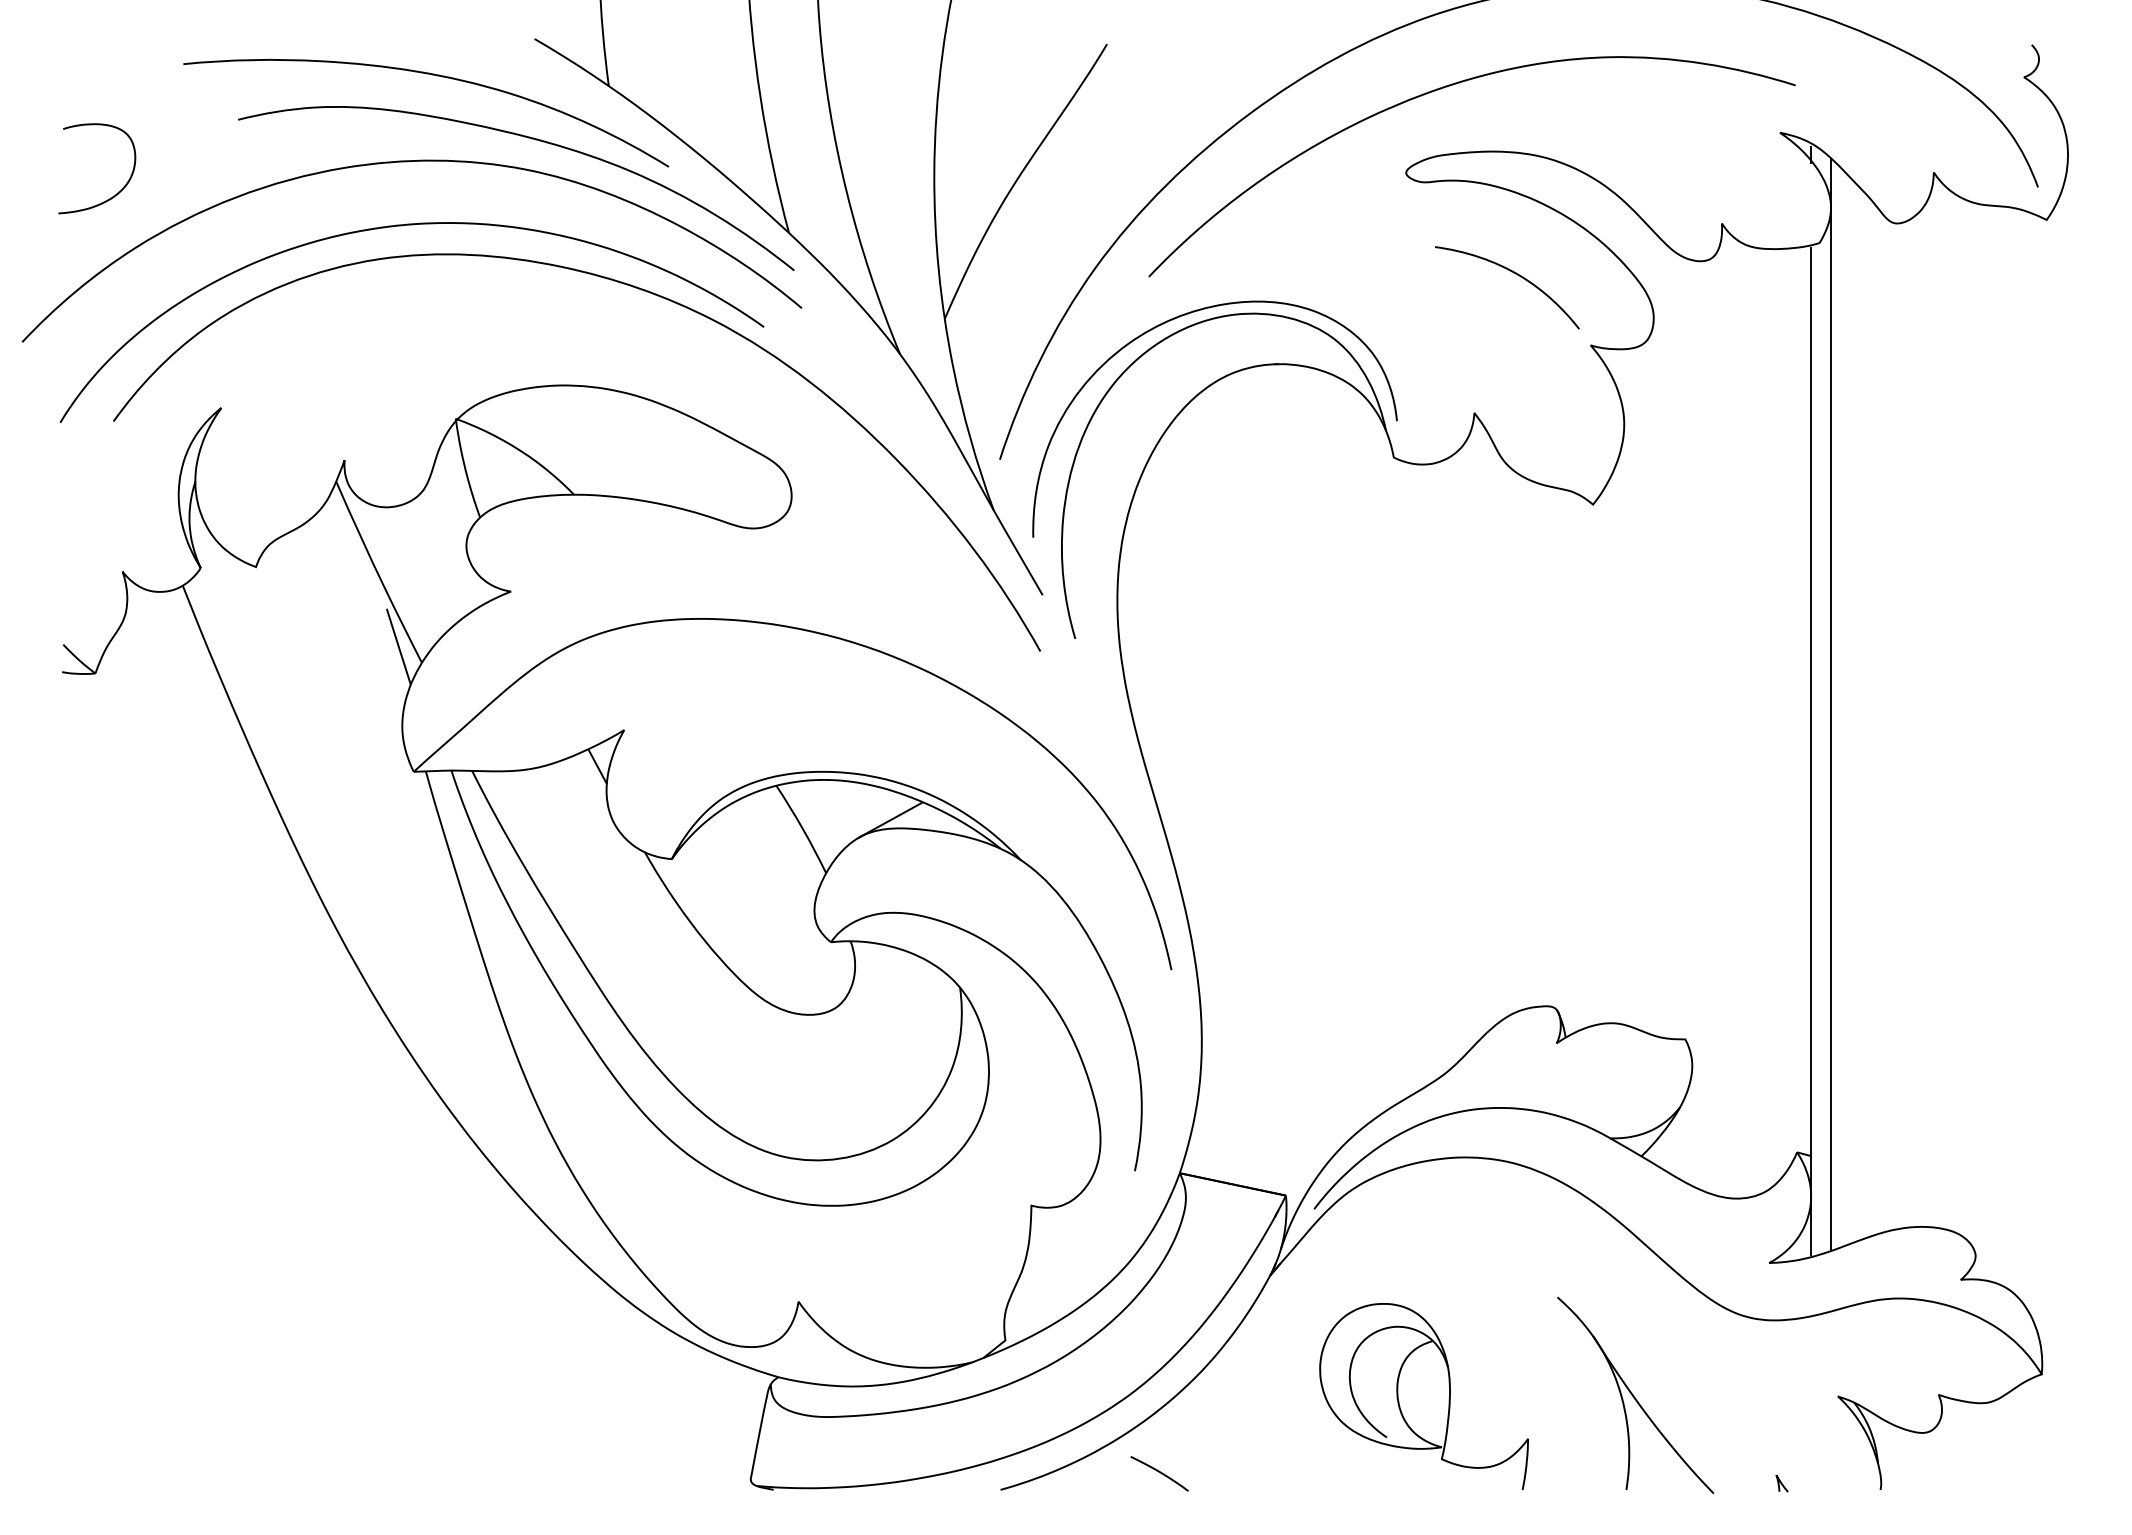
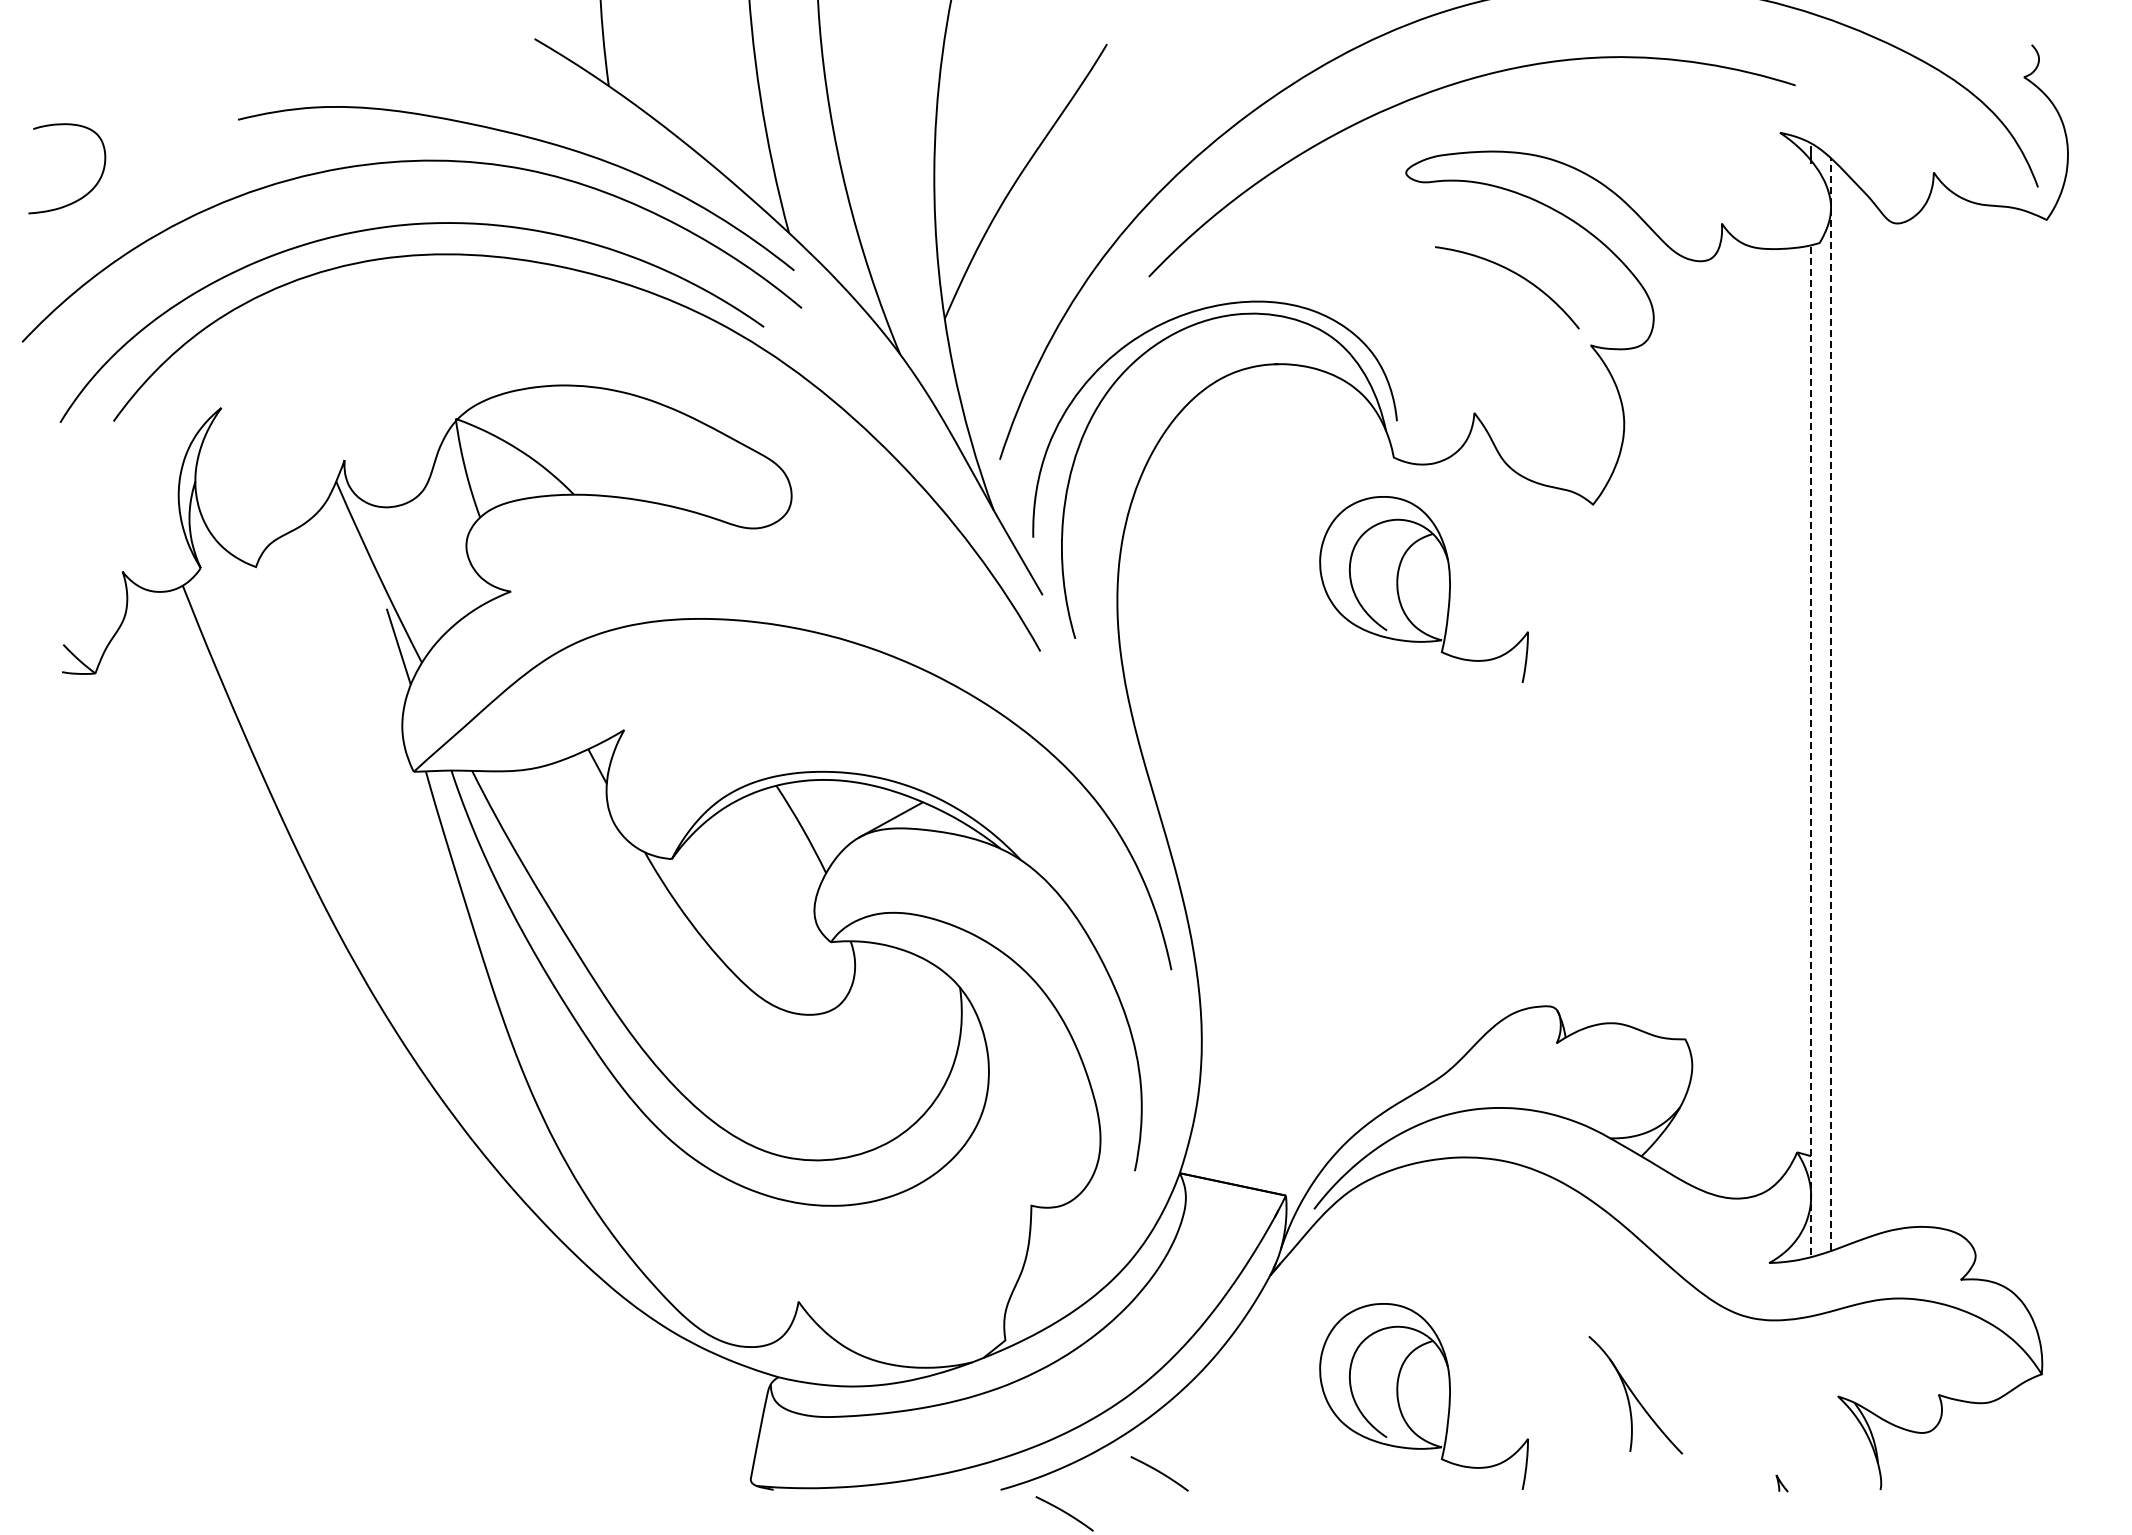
curve at (432, 75): present -> none
curve at (118, 191) position: (118, 191) -> (88, 191)
part at (1399, 594): none -> present
line at (1830, 703): solid -> dashed
line at (1811, 751): solid -> dashed
part at (1635, 1394) size: 158x198 px -> 96x119 px
curve at (1064, 1512): none -> present
